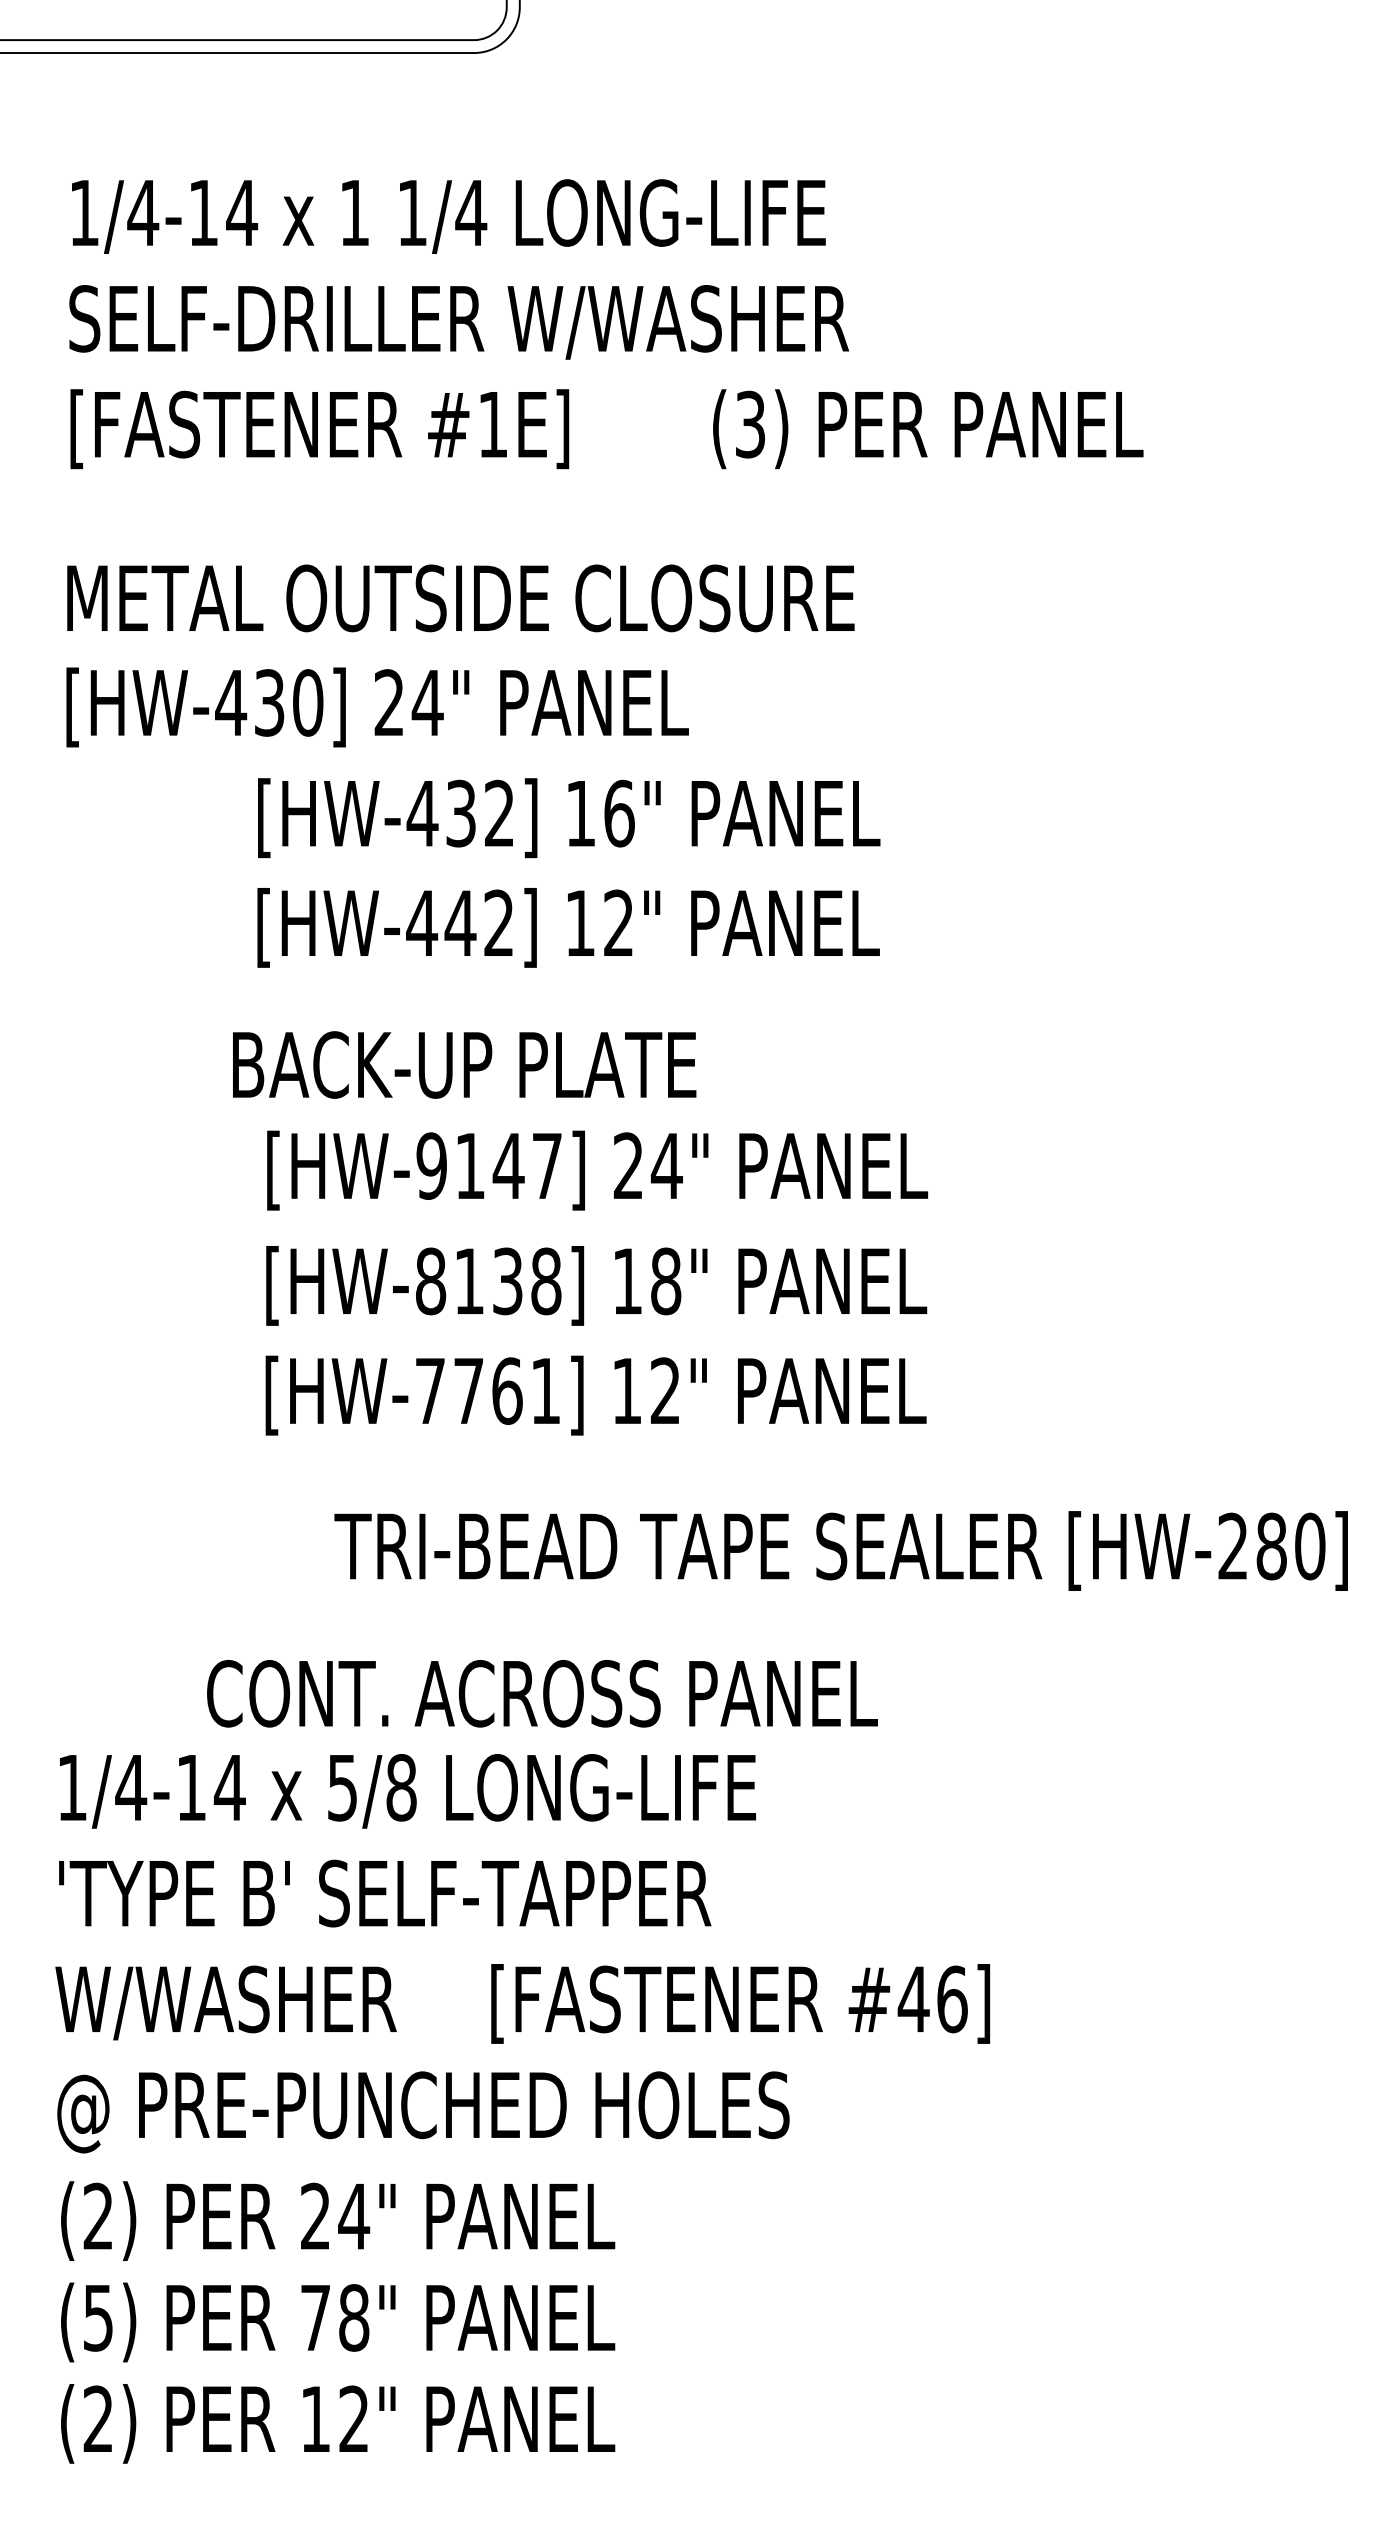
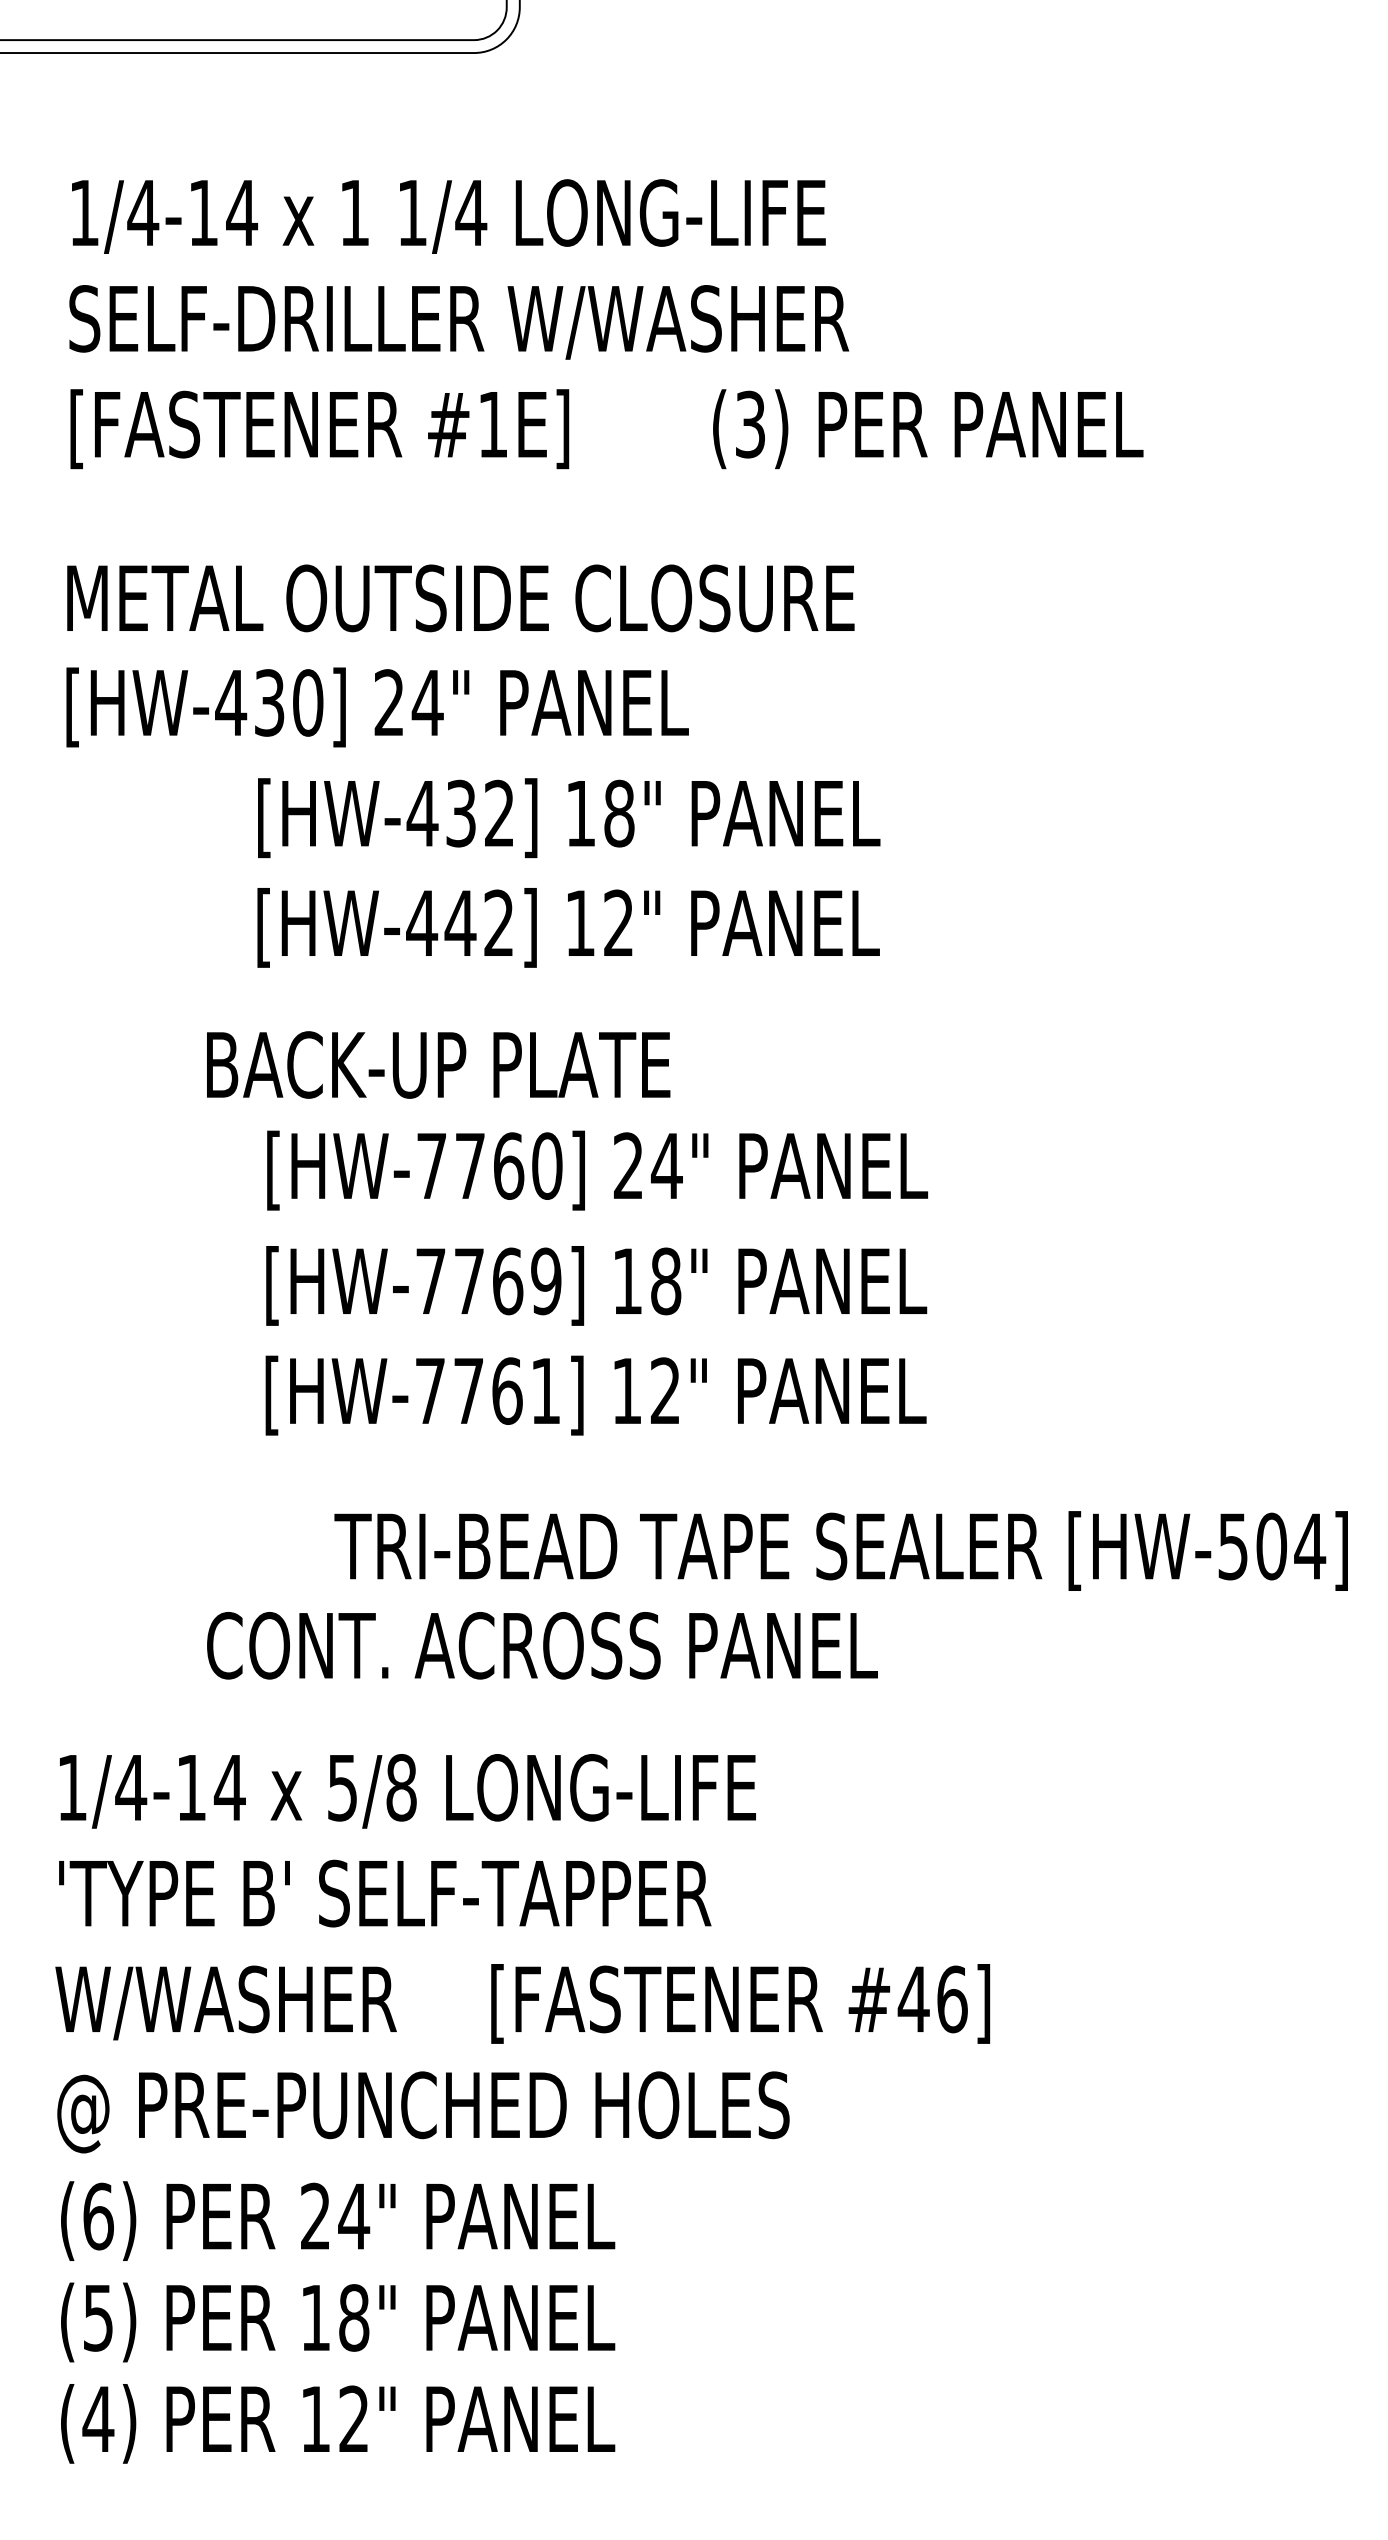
text at (619, 813): 16" -> 18"
text at (464, 1064) position: (464, 1064) -> (438, 1064)
text at (489, 1165): [HW-9147] -> [HW-7760]
text at (488, 1281): [HW-8138] -> [HW-7769]
text at (1272, 1546): [HW-280] -> [HW-504]
text at (542, 1693) position: (542, 1693) -> (542, 1645)
text at (98, 2216): (2) -> (6)
text at (315, 2317): 78" -> 18"
text at (98, 2418): (2) -> (4)
